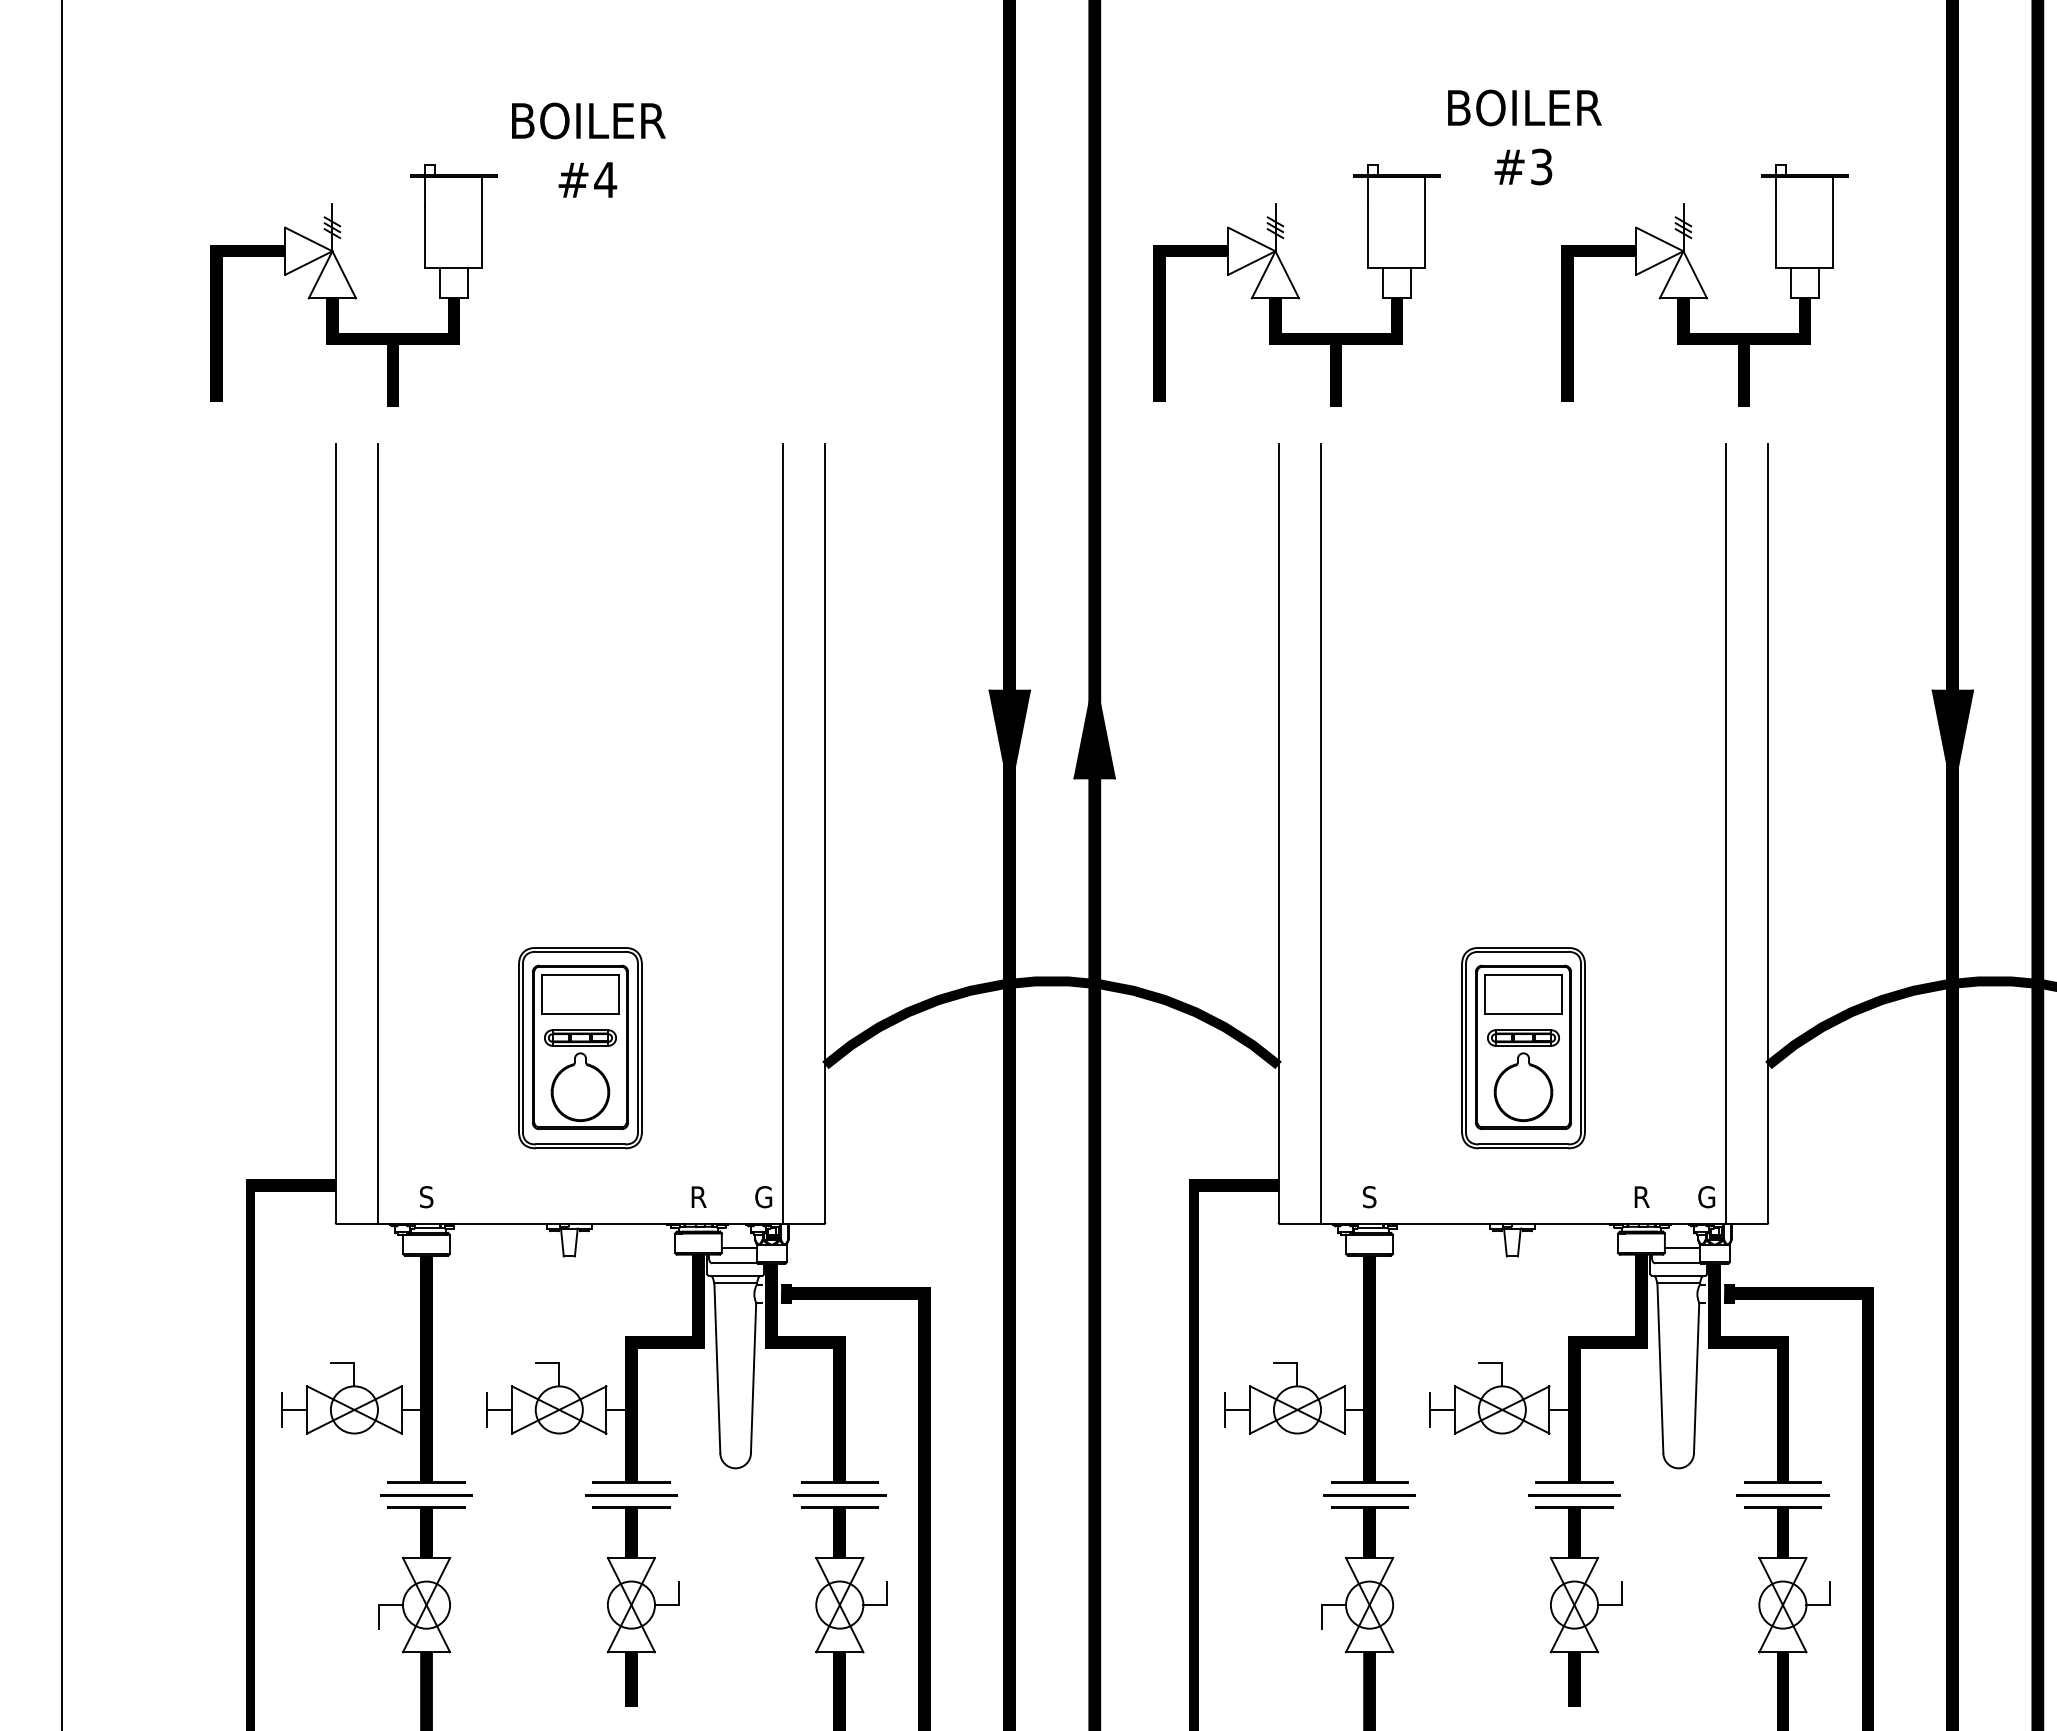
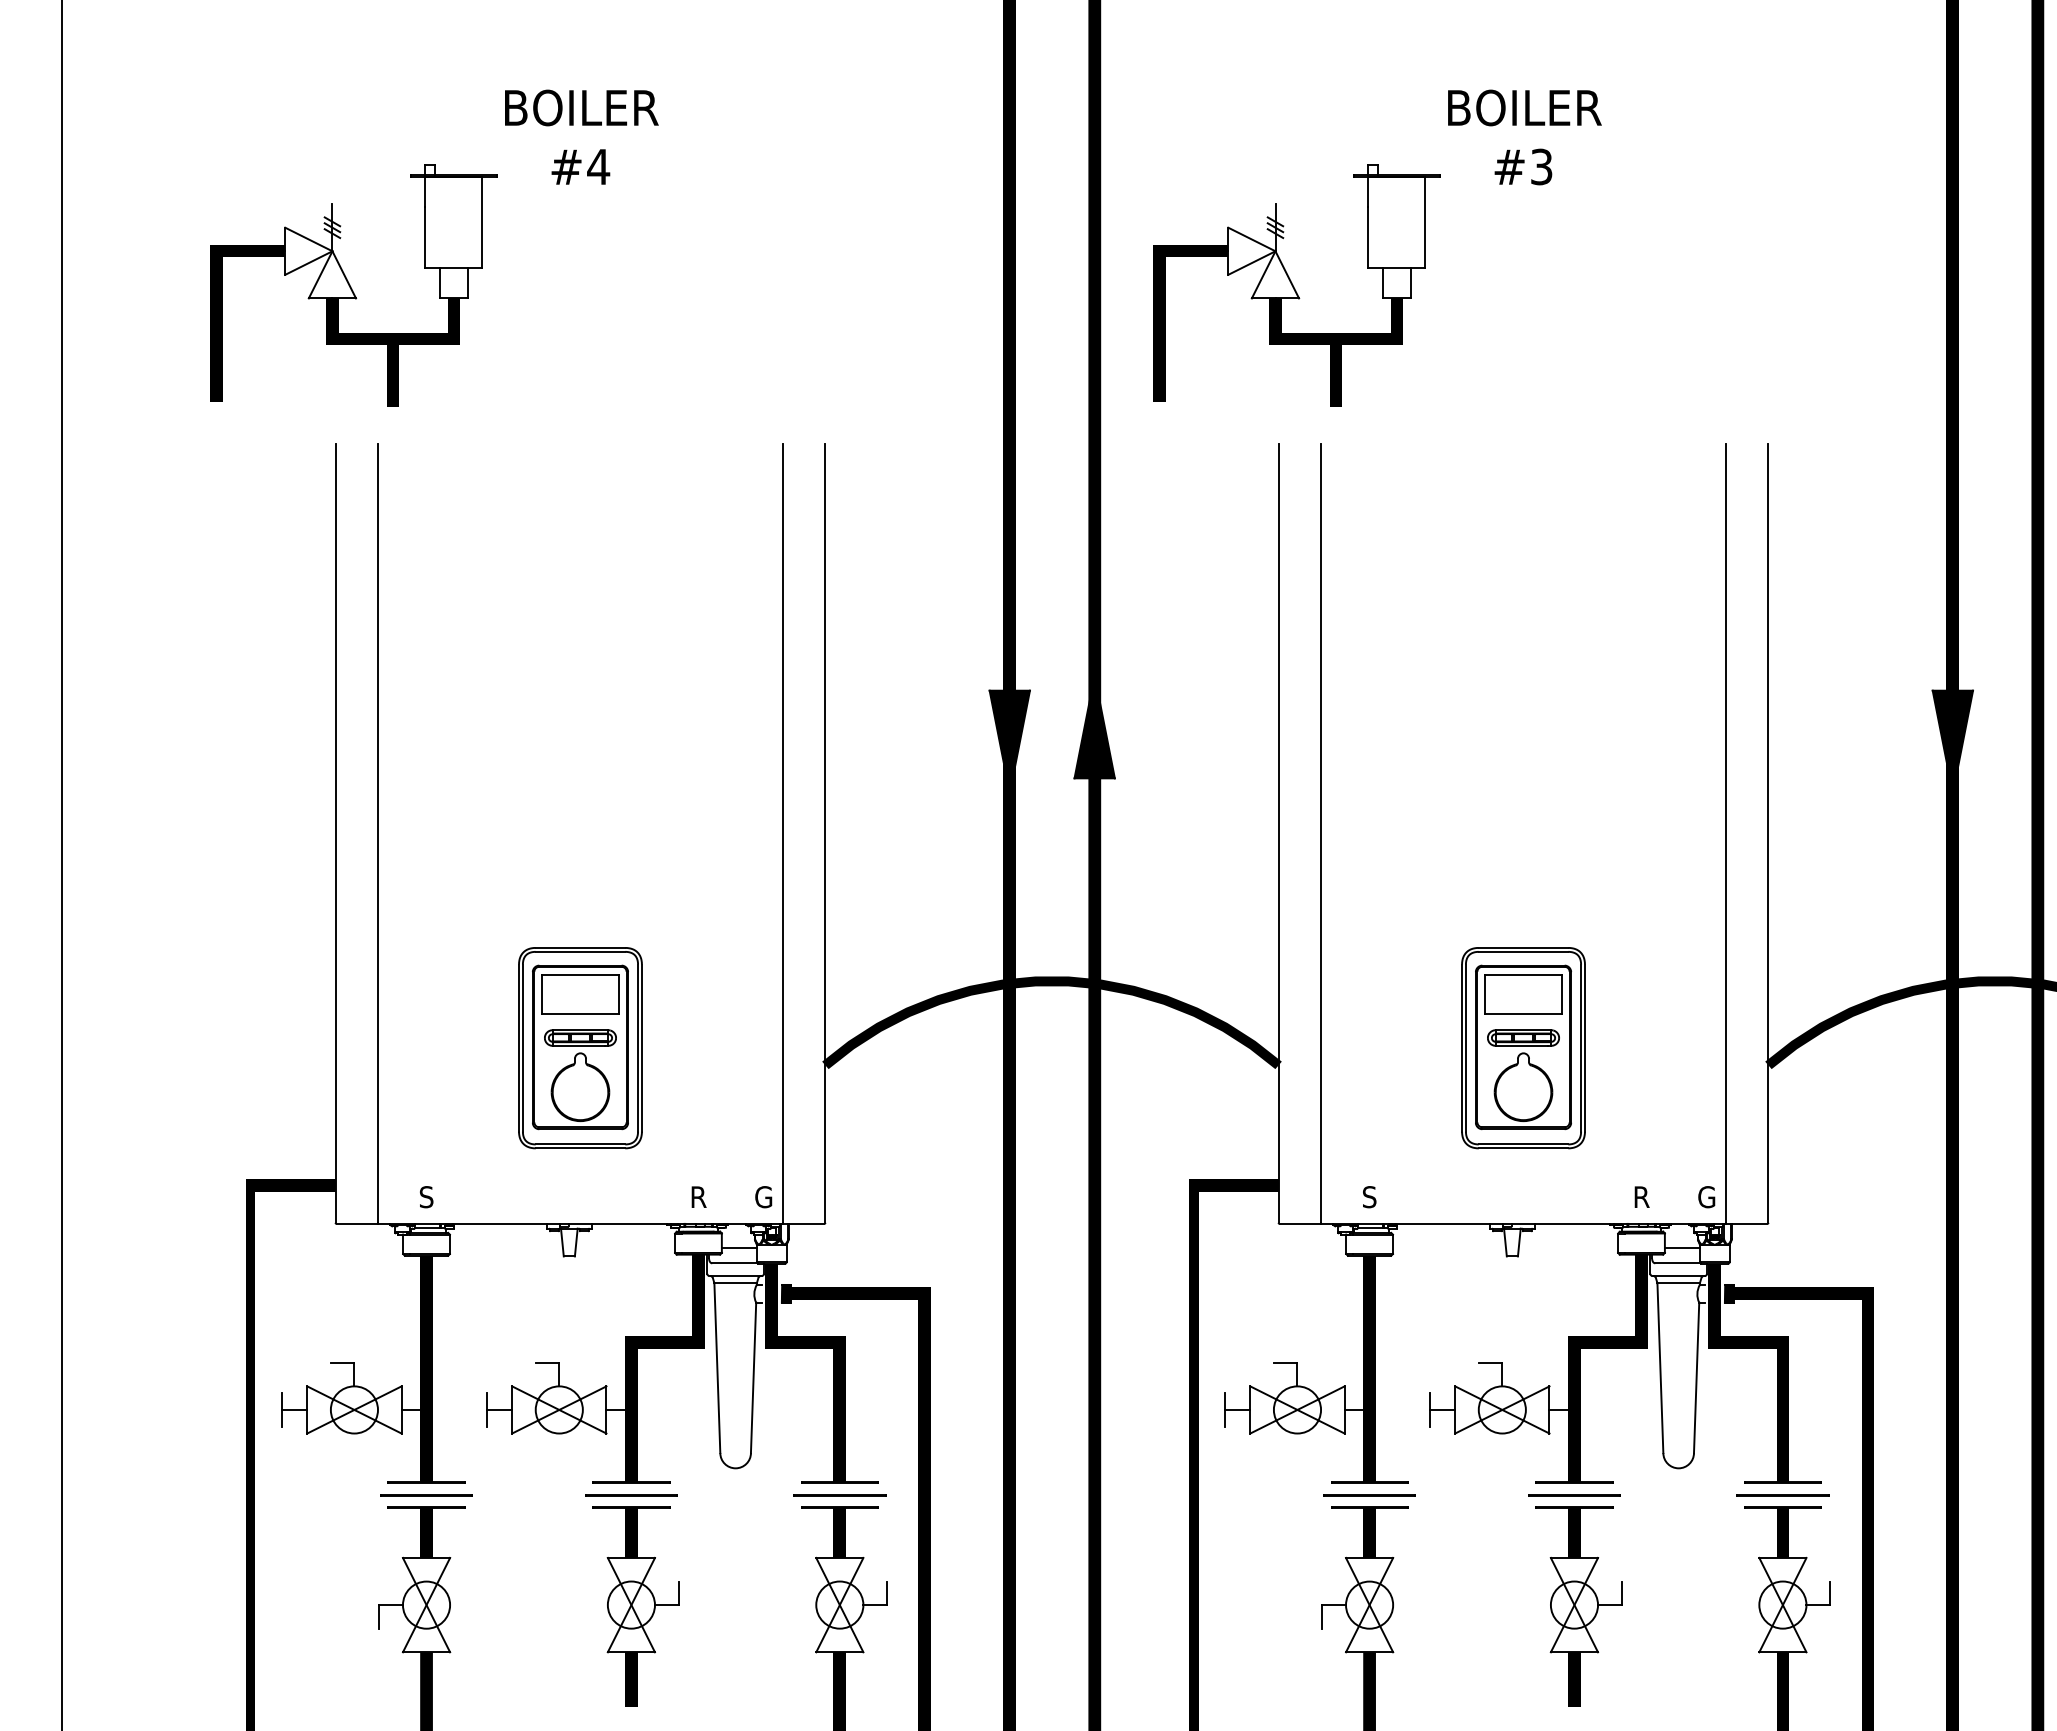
text at (588, 149) position: (588, 149) -> (581, 136)
part at (1704, 285): present -> none
